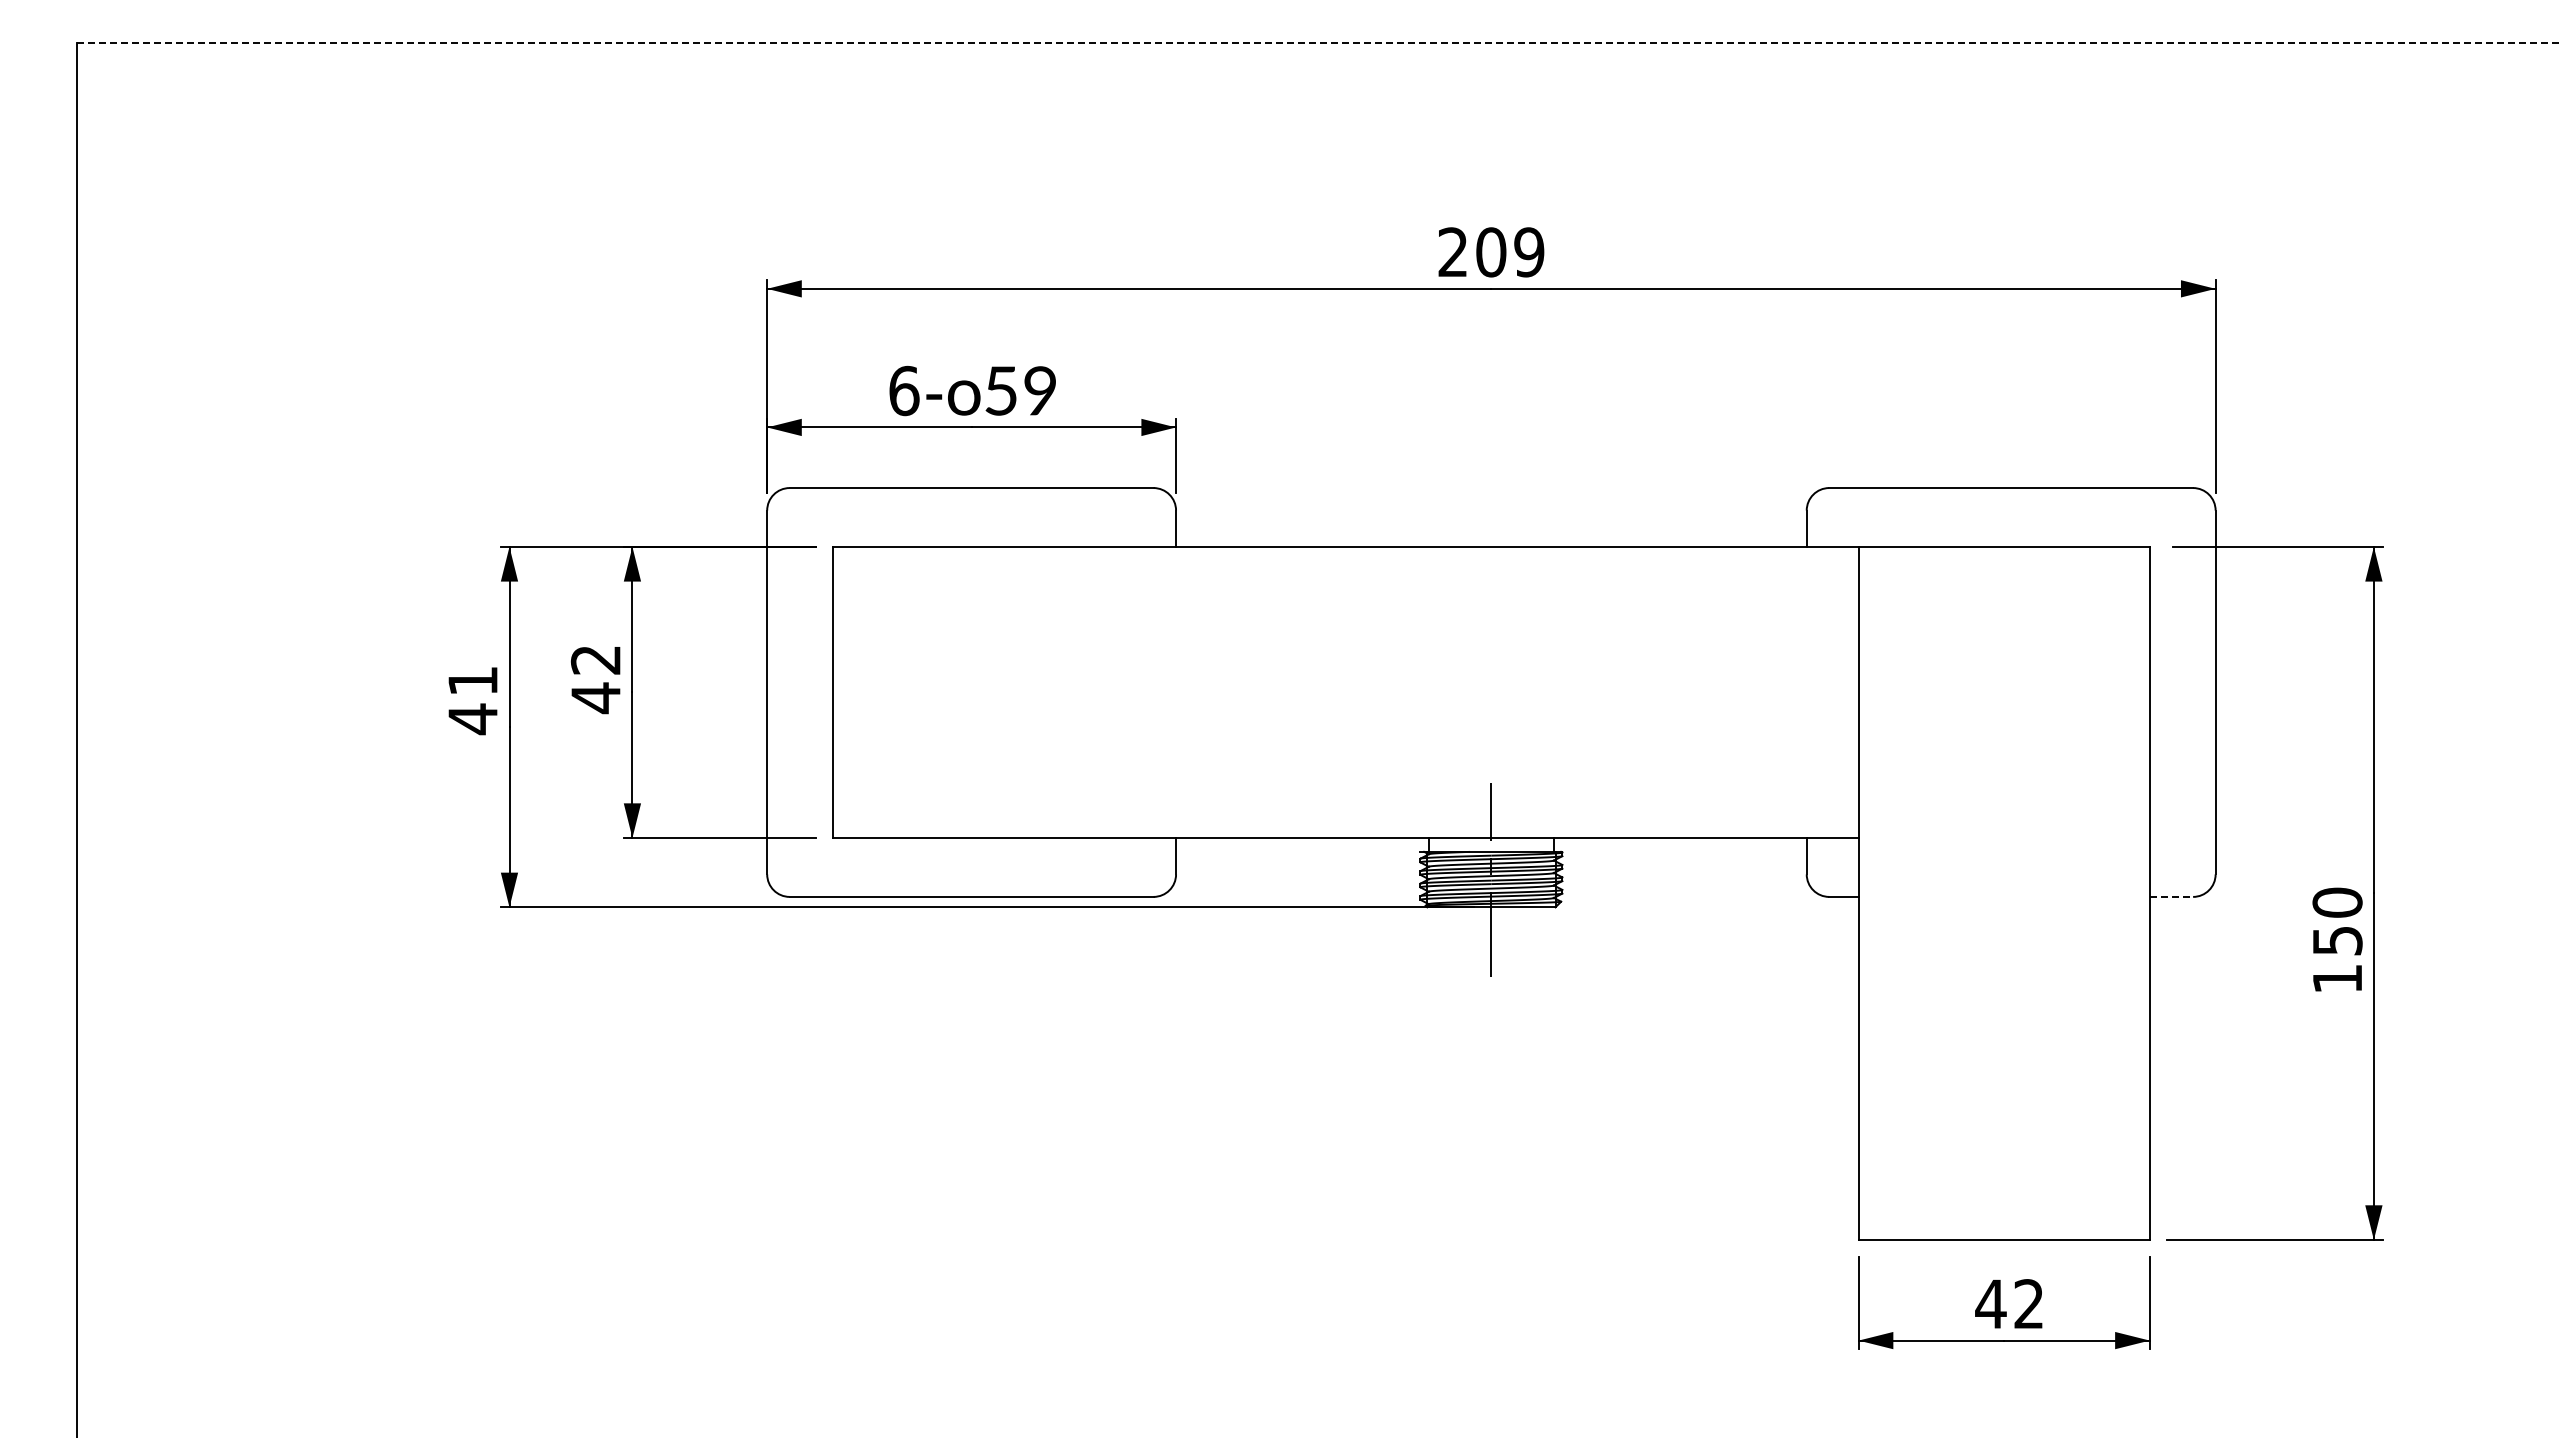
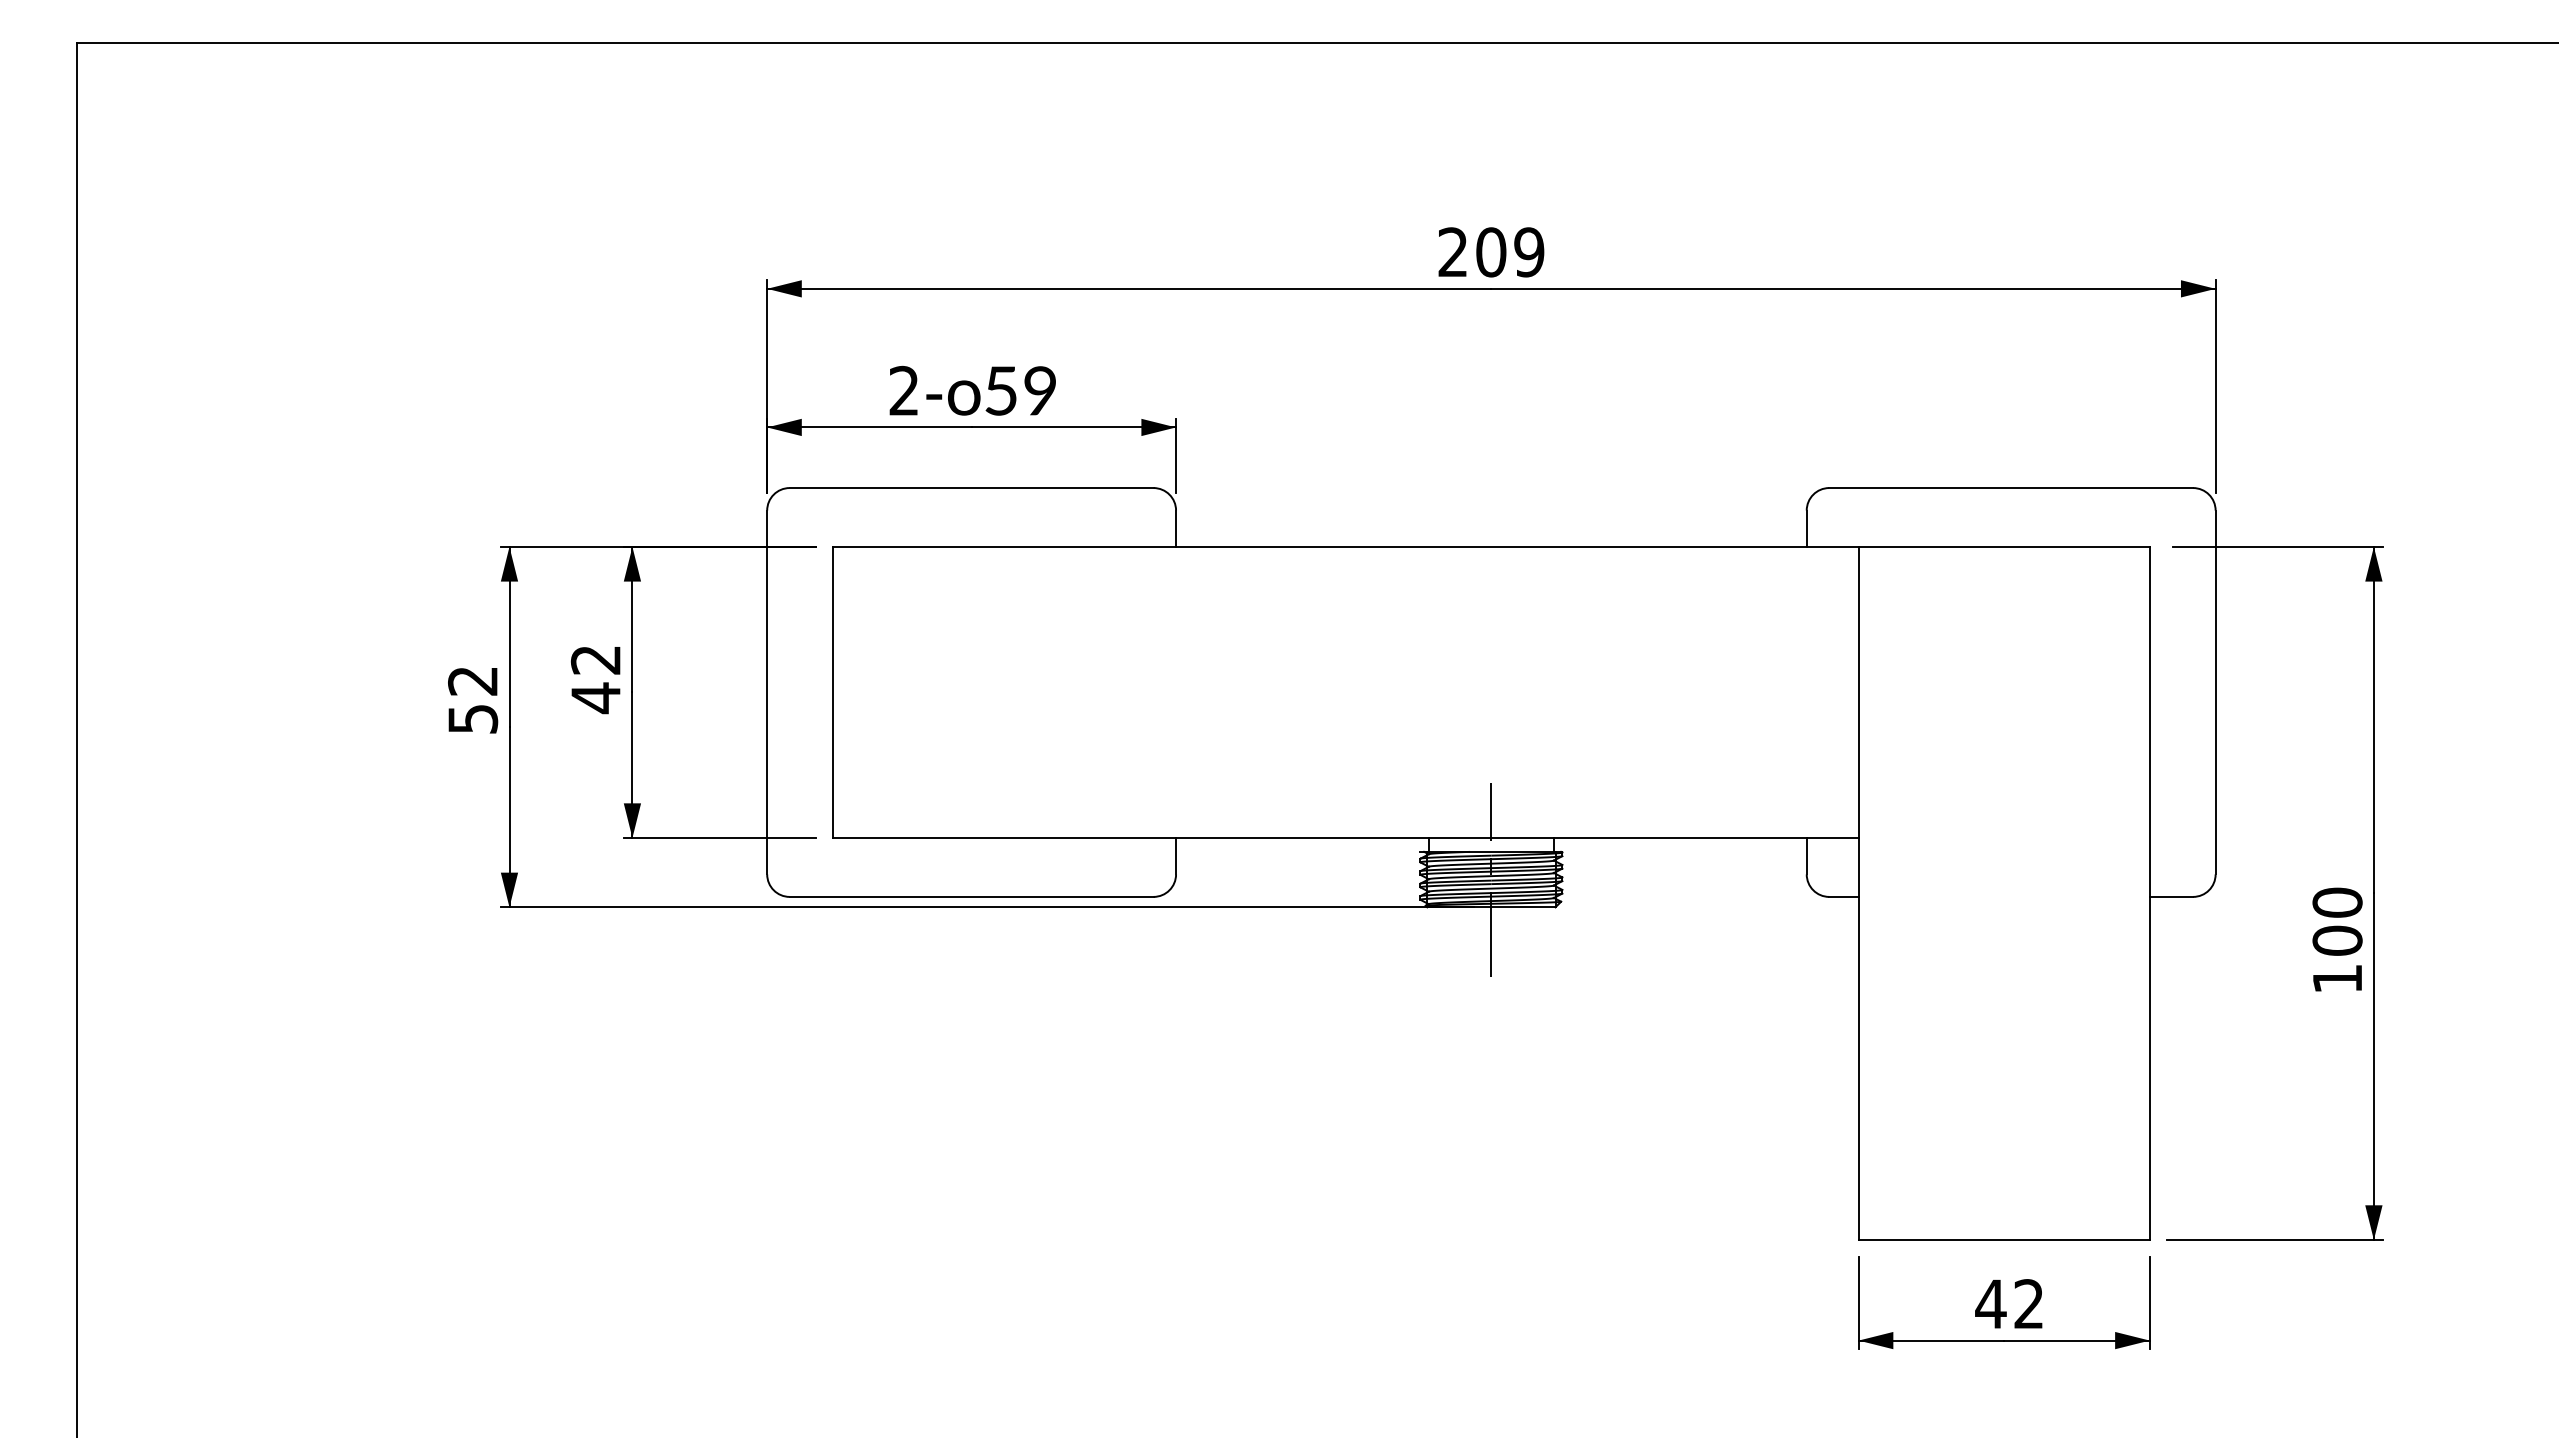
line at (1317, 43): dashed -> solid
text at (904, 390): 6- -> 2-
text at (473, 701): 41 -> 52
line at (2171, 896): dashed -> solid
text at (2337, 940): 150 -> 100
